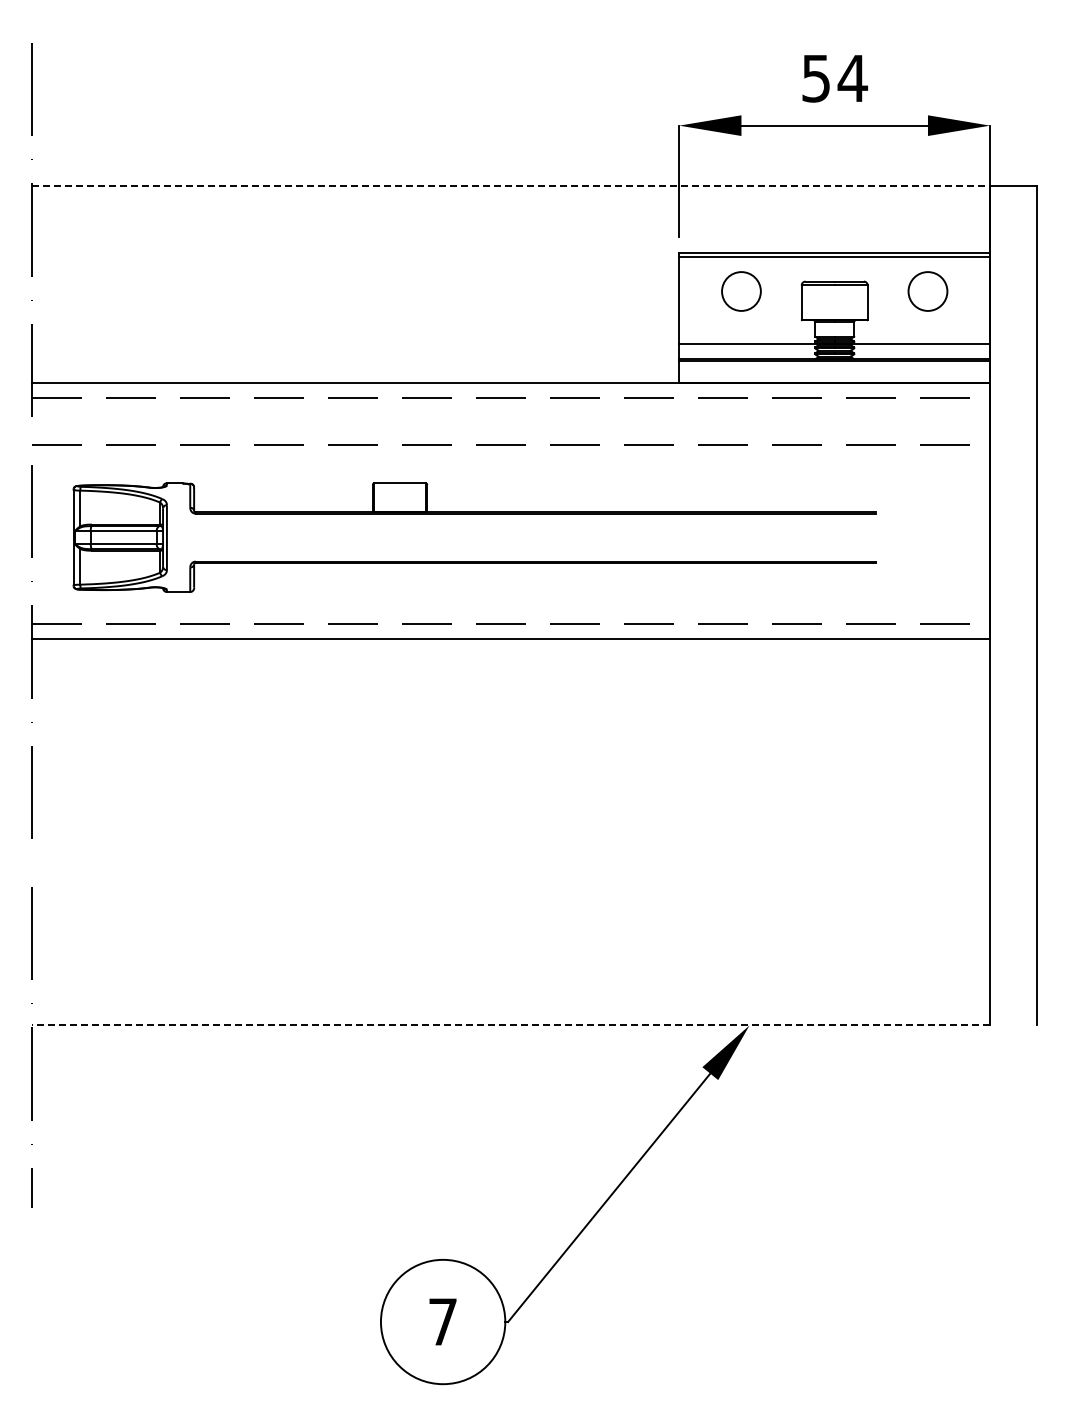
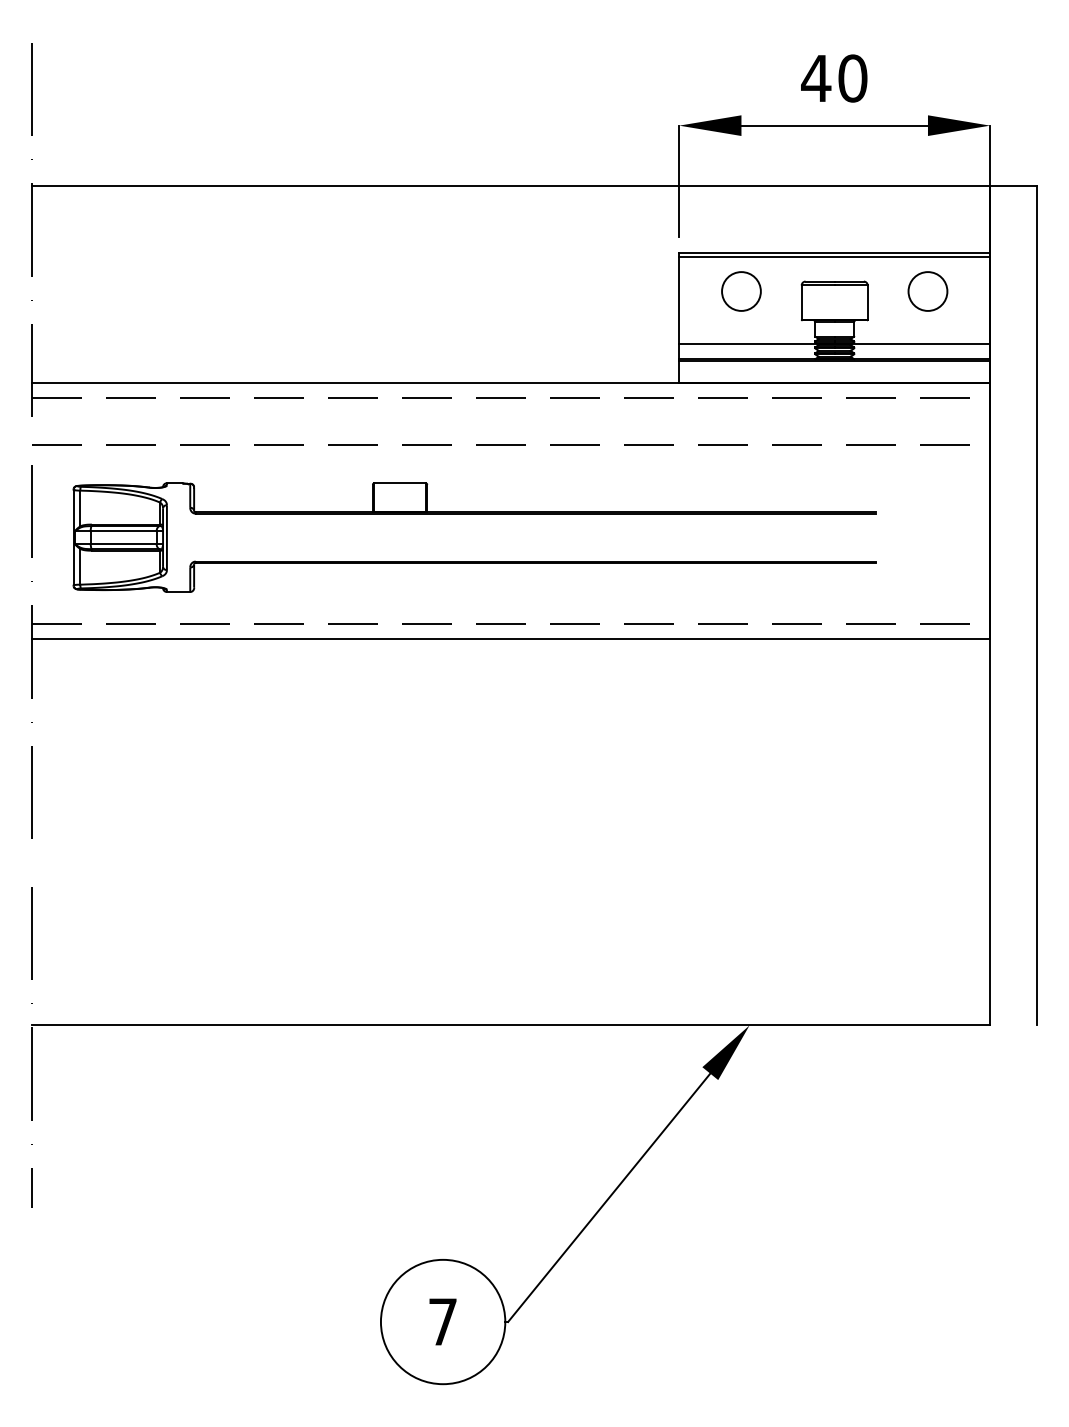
text at (834, 78): 54 -> 40
line at (511, 185): dashed -> solid
line at (511, 1025): dashed -> solid
